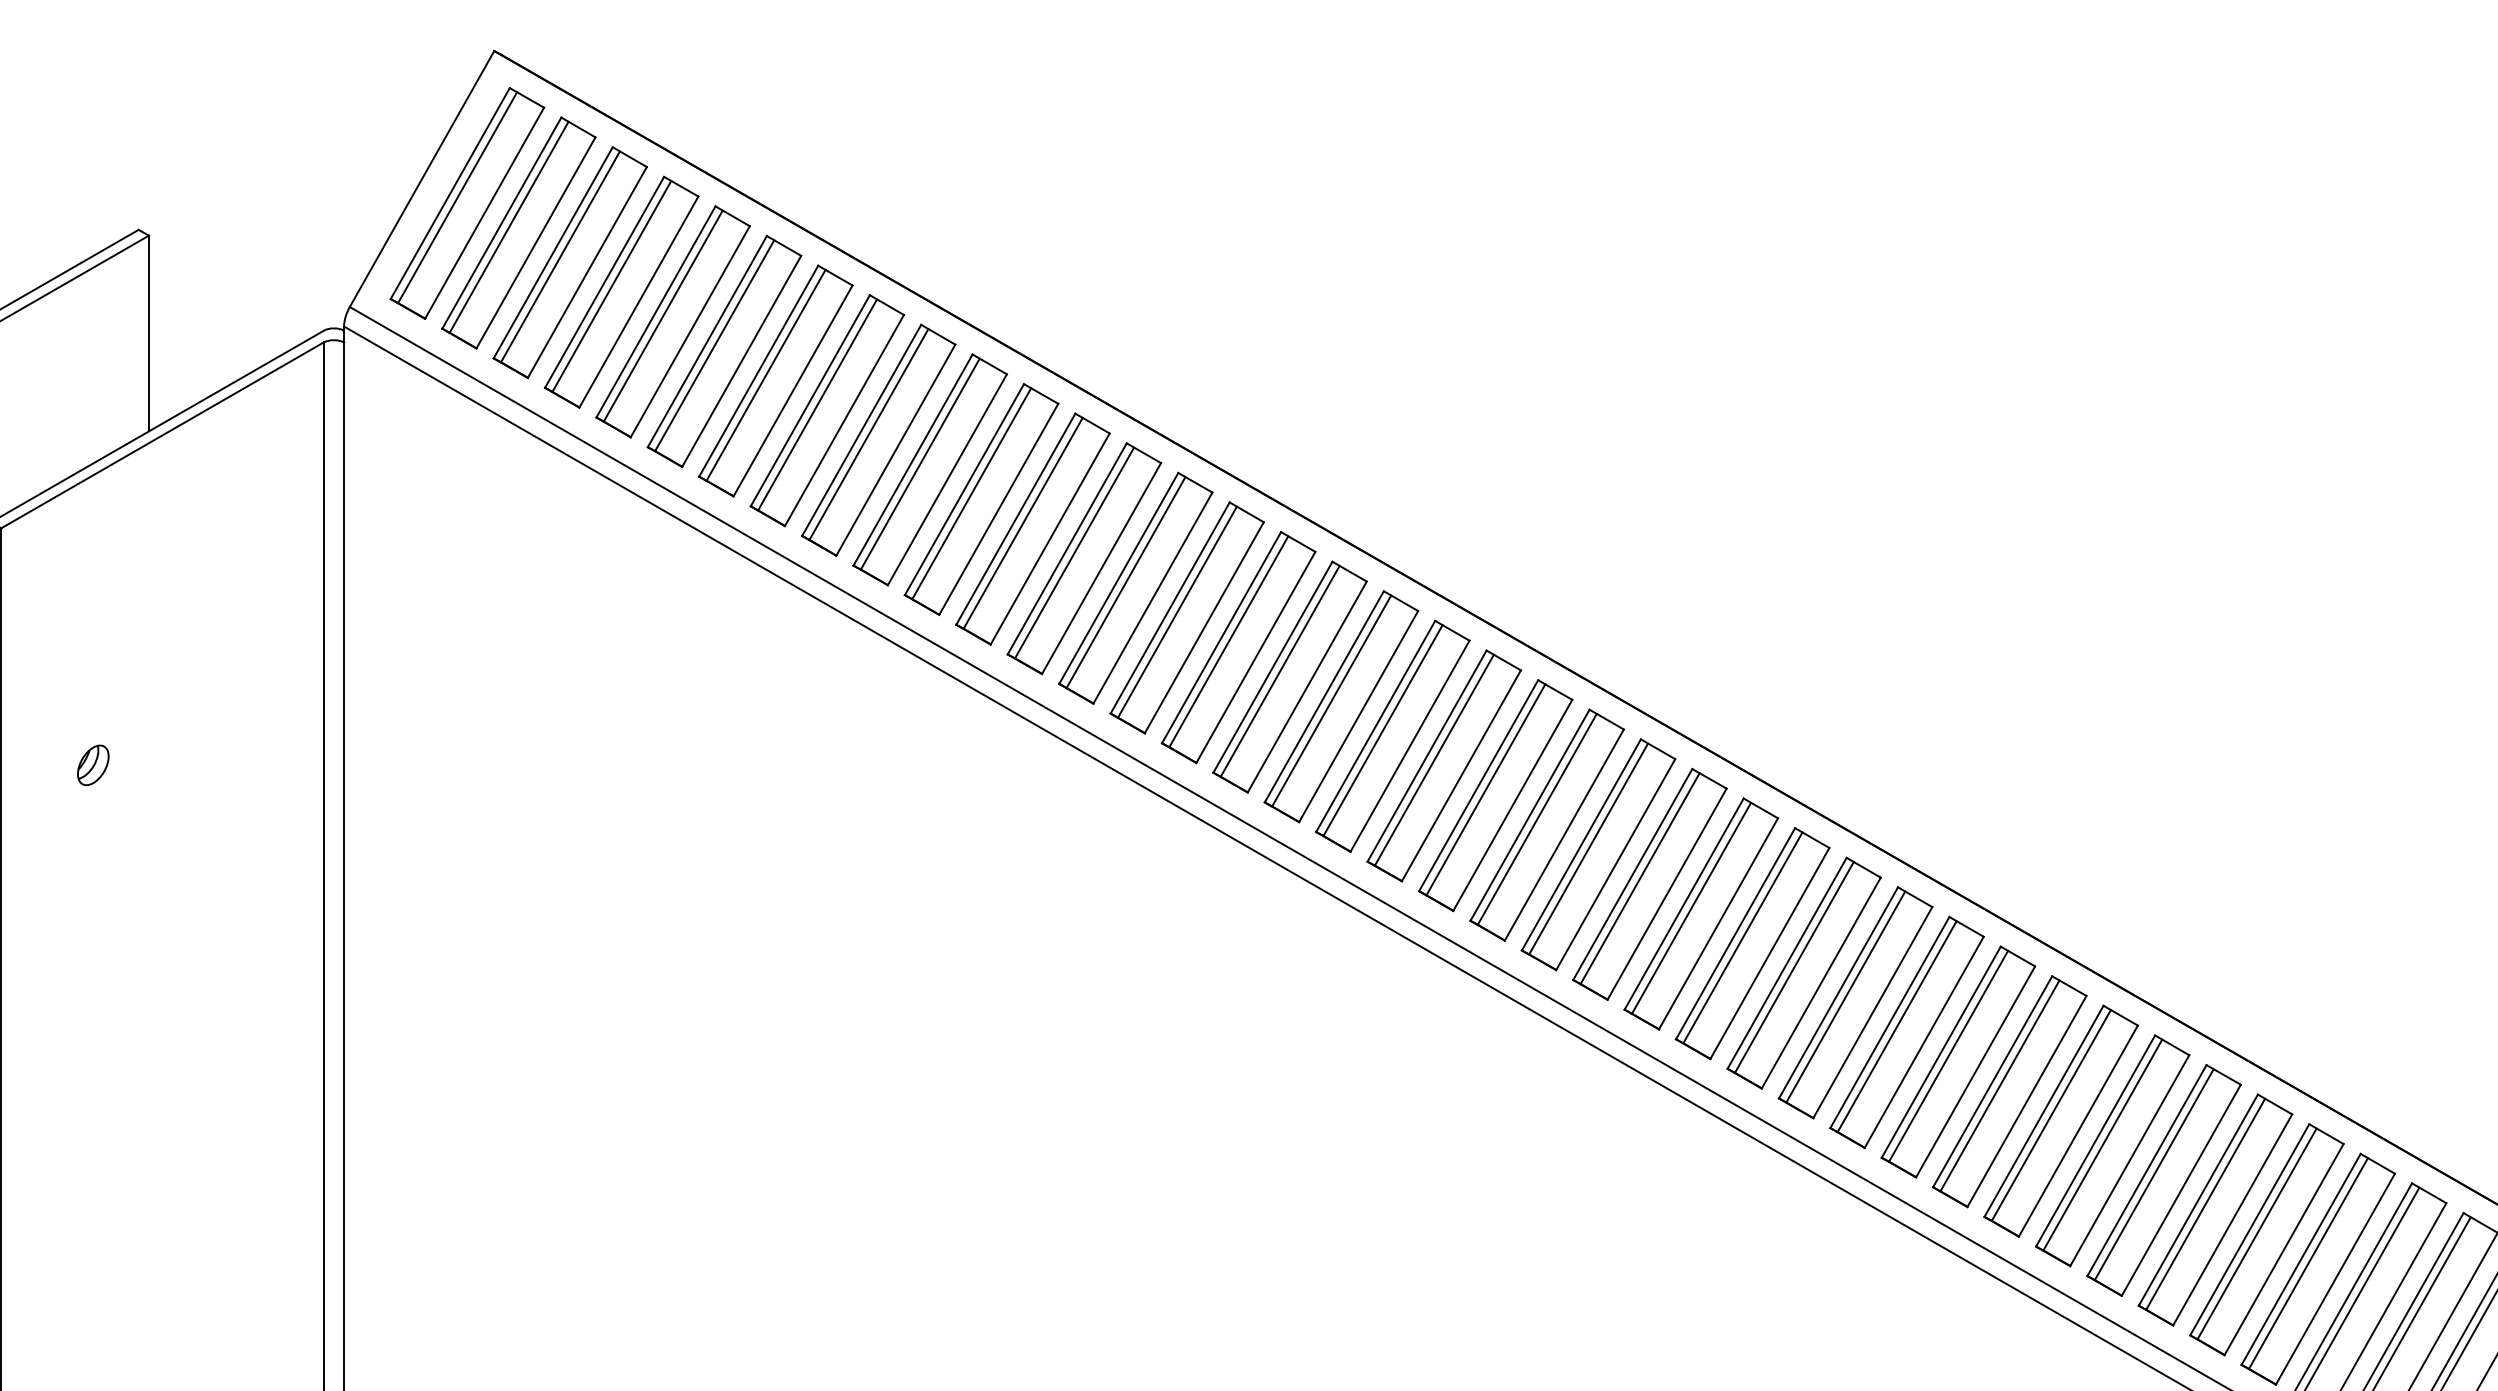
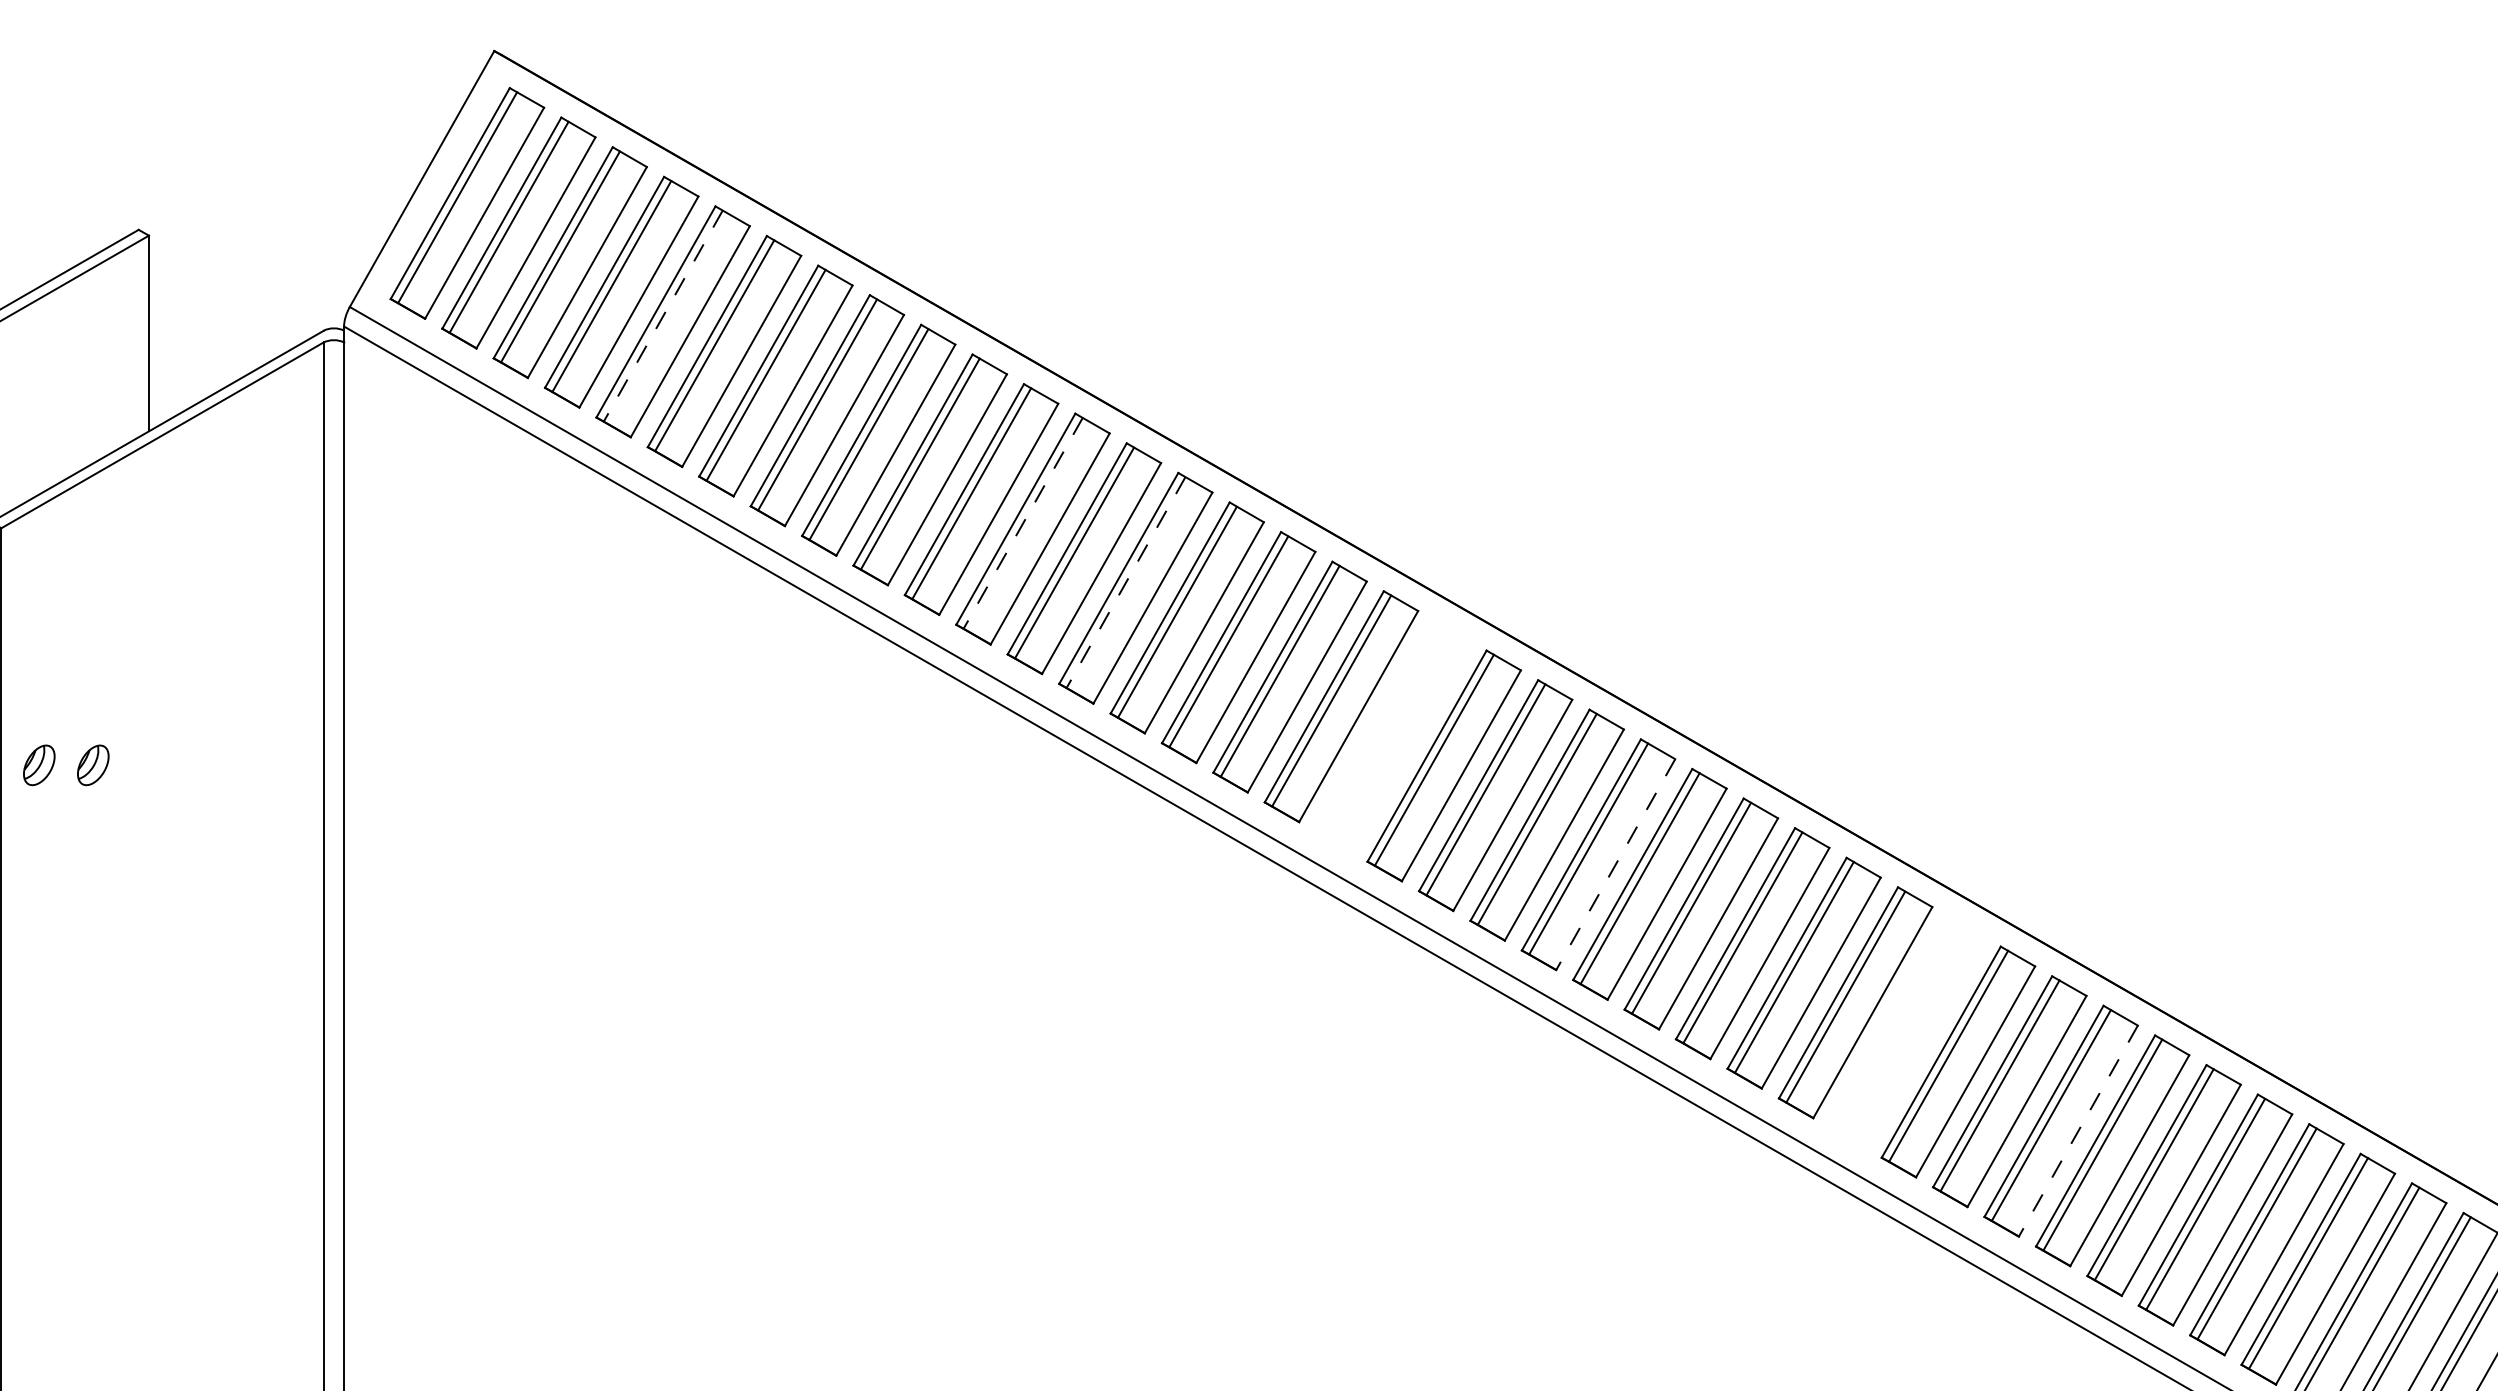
line at (663, 316): solid -> dashed
line at (1022, 523): solid -> dashed
line at (1125, 582): solid -> dashed
part at (1392, 735): present -> none
part at (39, 765): none -> present
line at (1615, 865): solid -> dashed
part at (1906, 1031): present -> none
line at (2078, 1131): solid -> dashed
